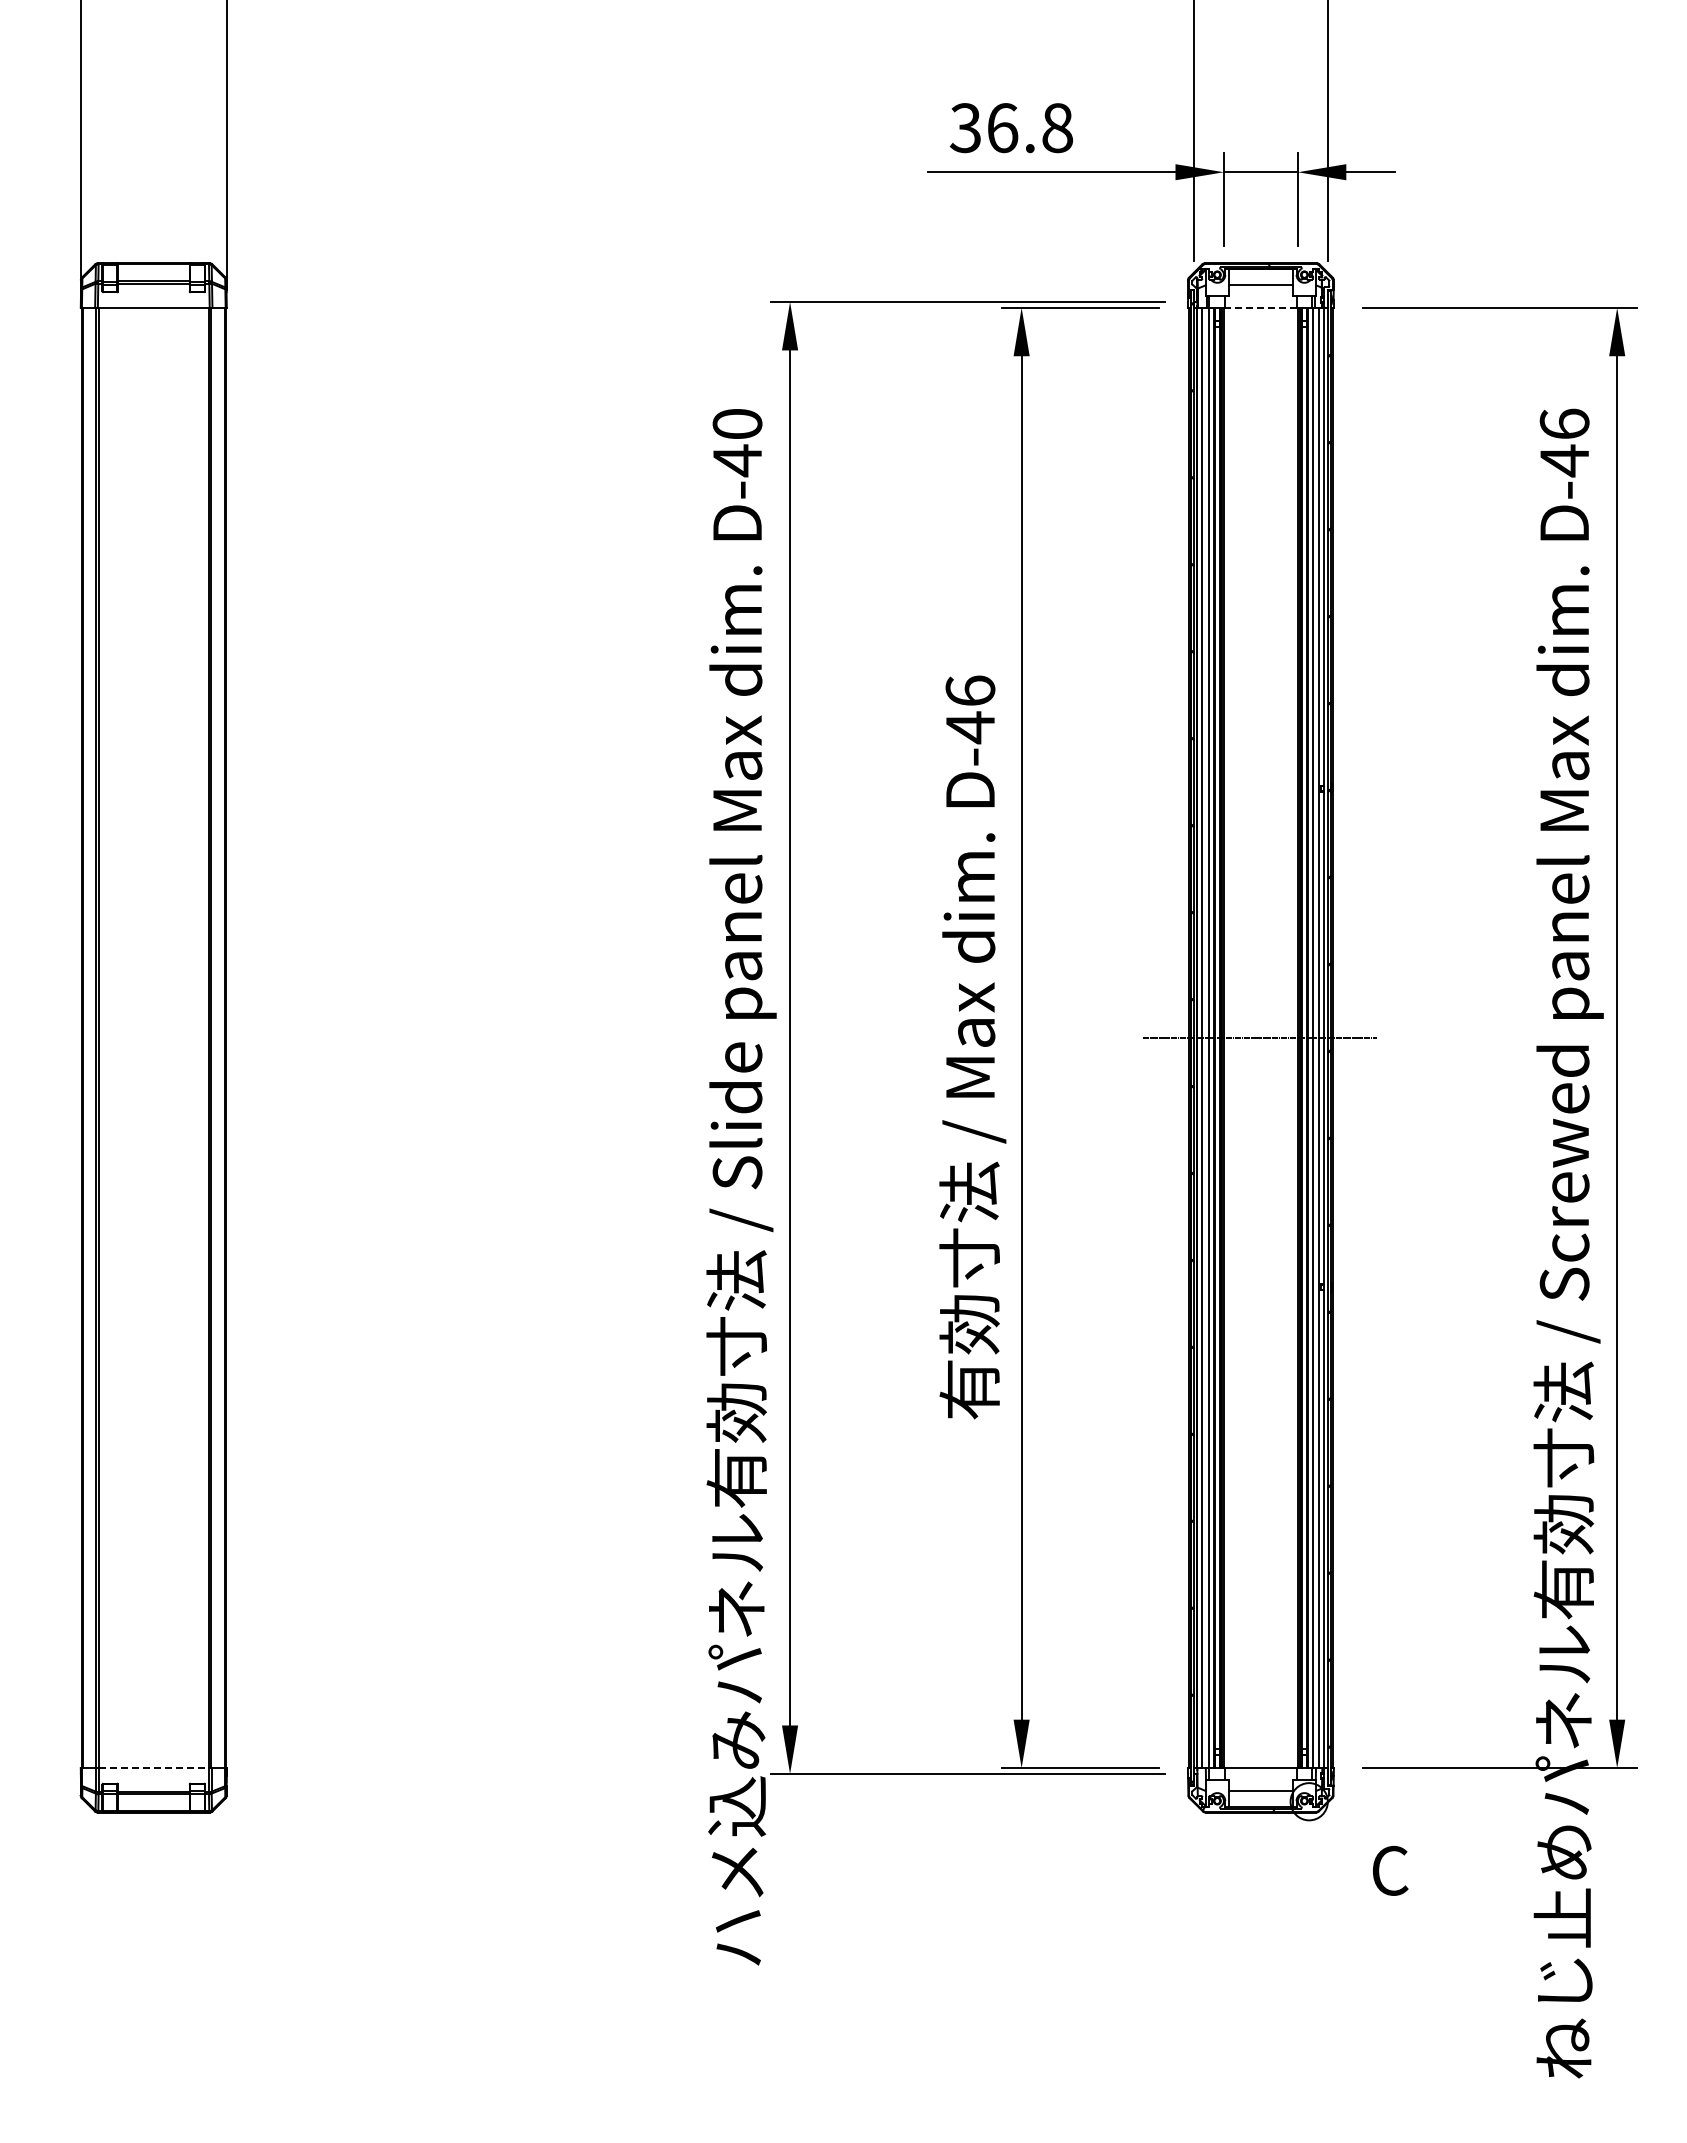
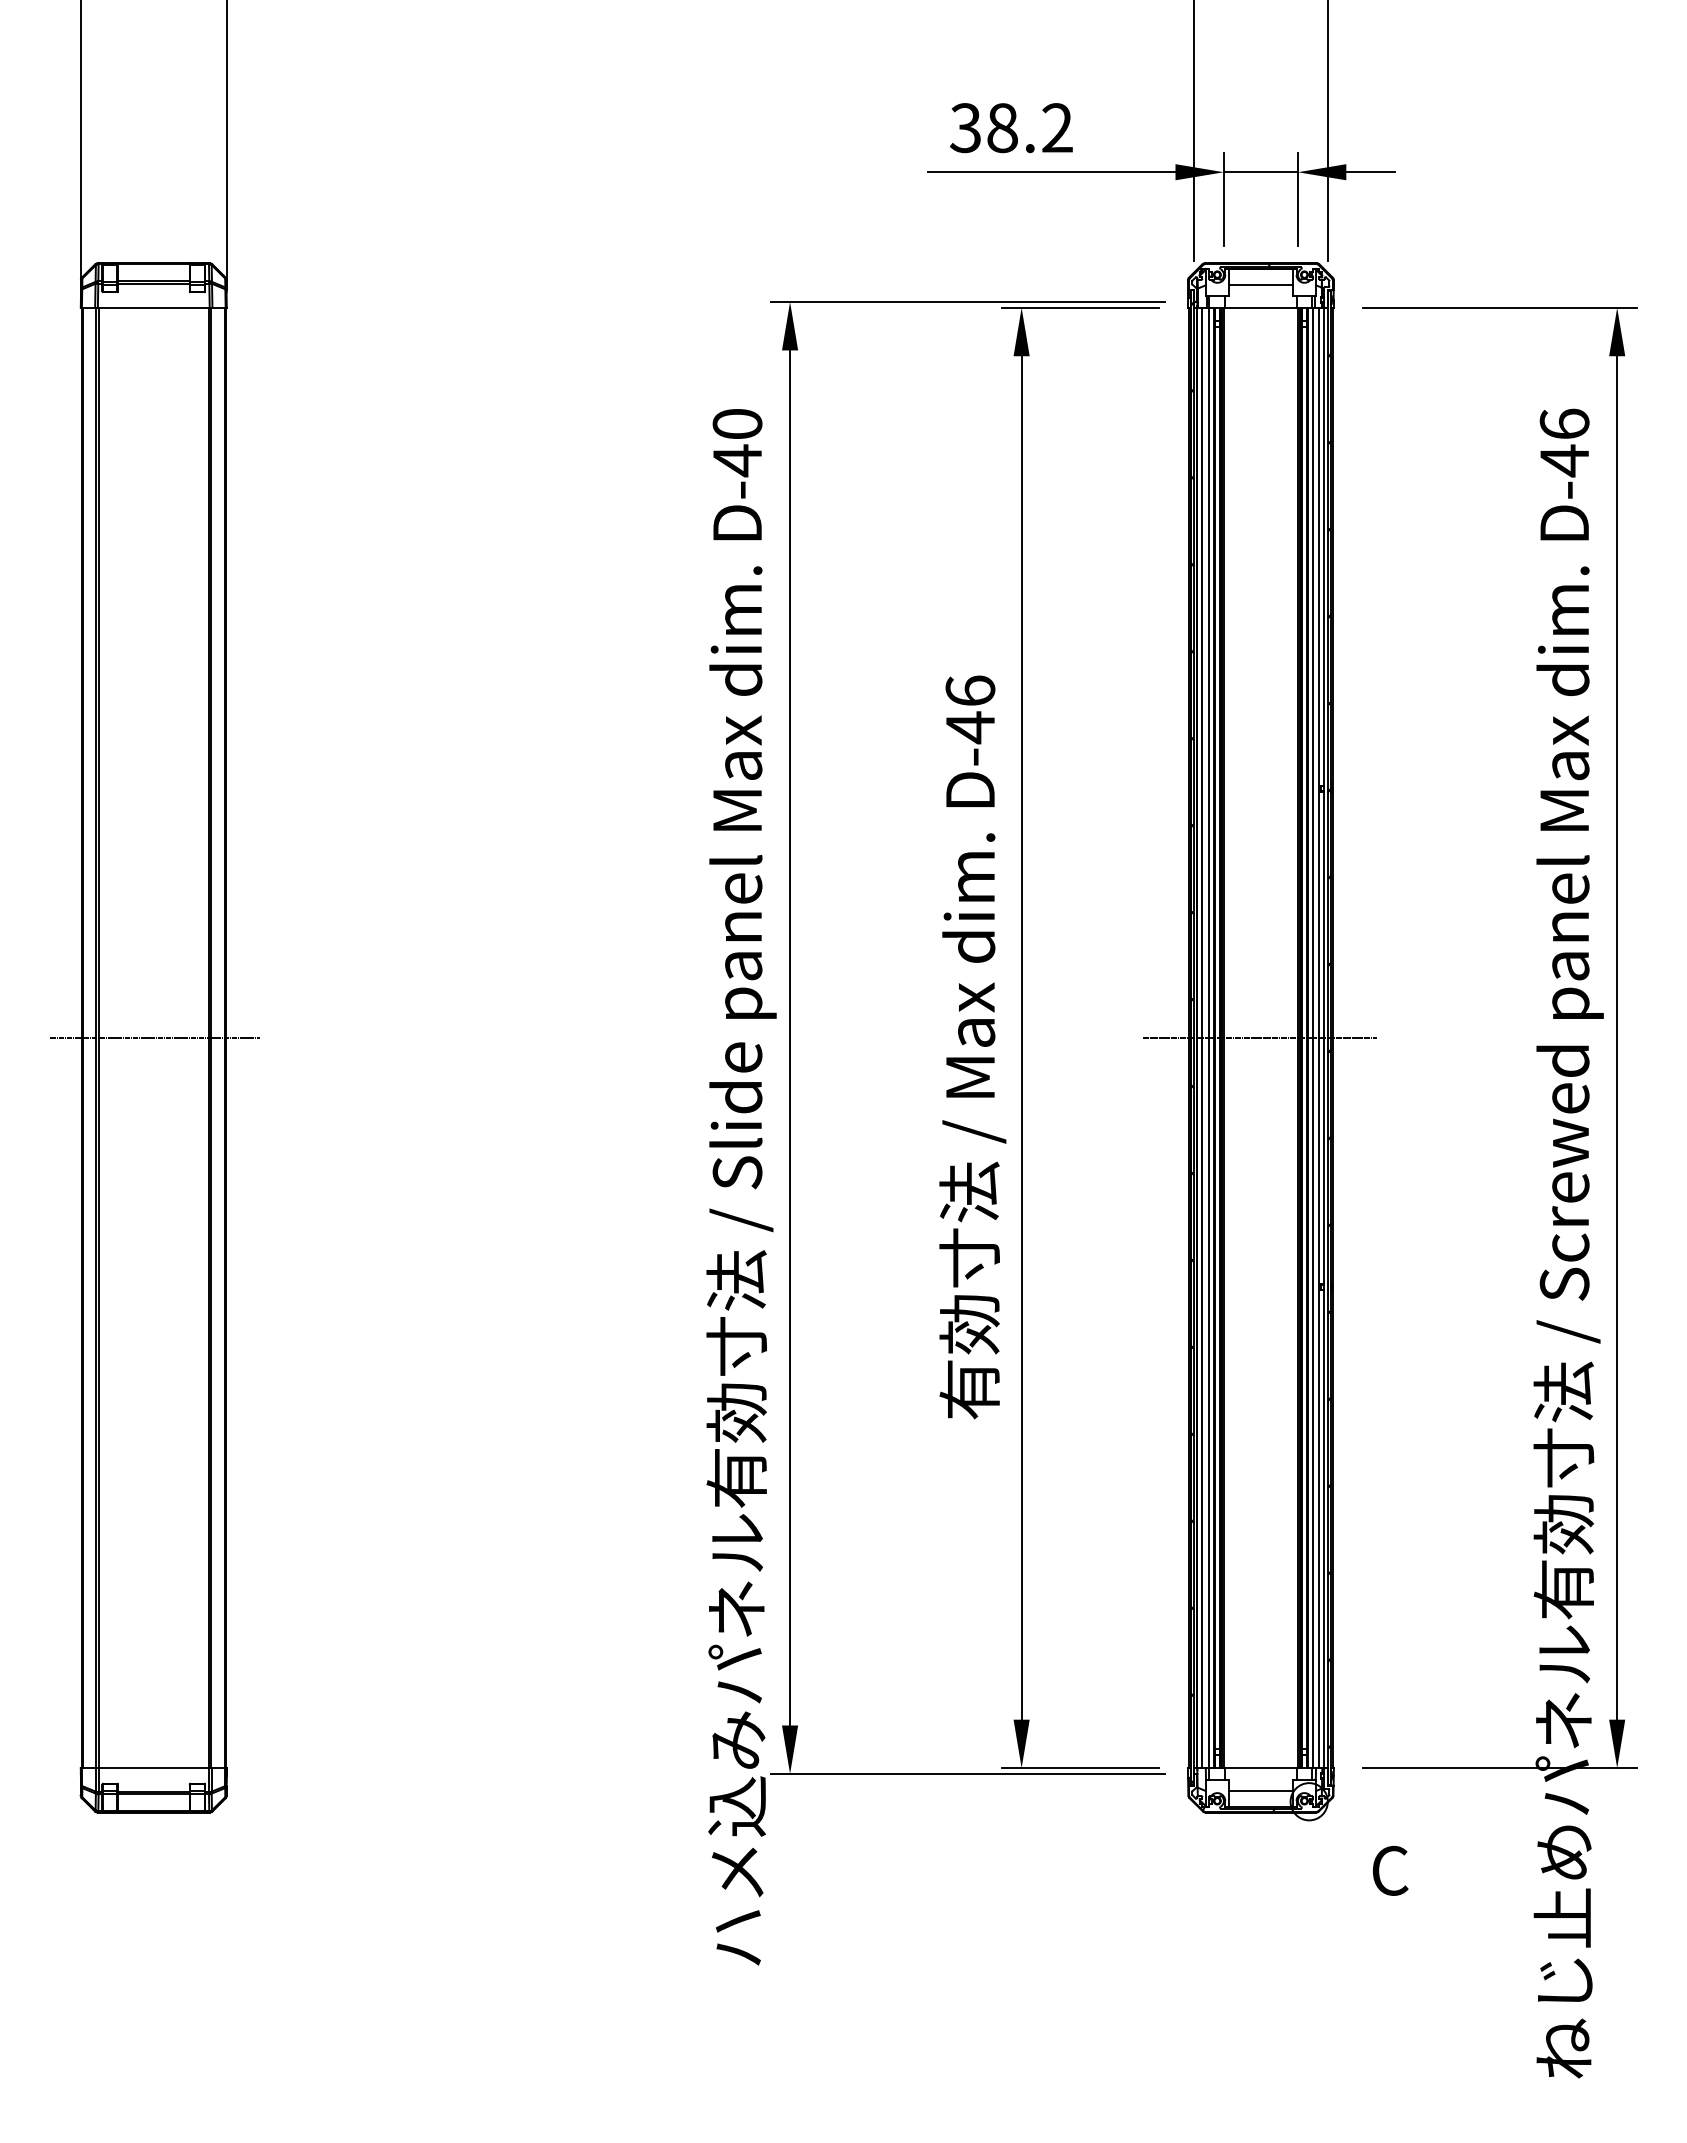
text at (1030, 128): 36.8 -> 38.2
line at (1260, 307): dashed -> solid
line at (154, 1037): none -> present
line at (154, 1768): dashed -> solid
